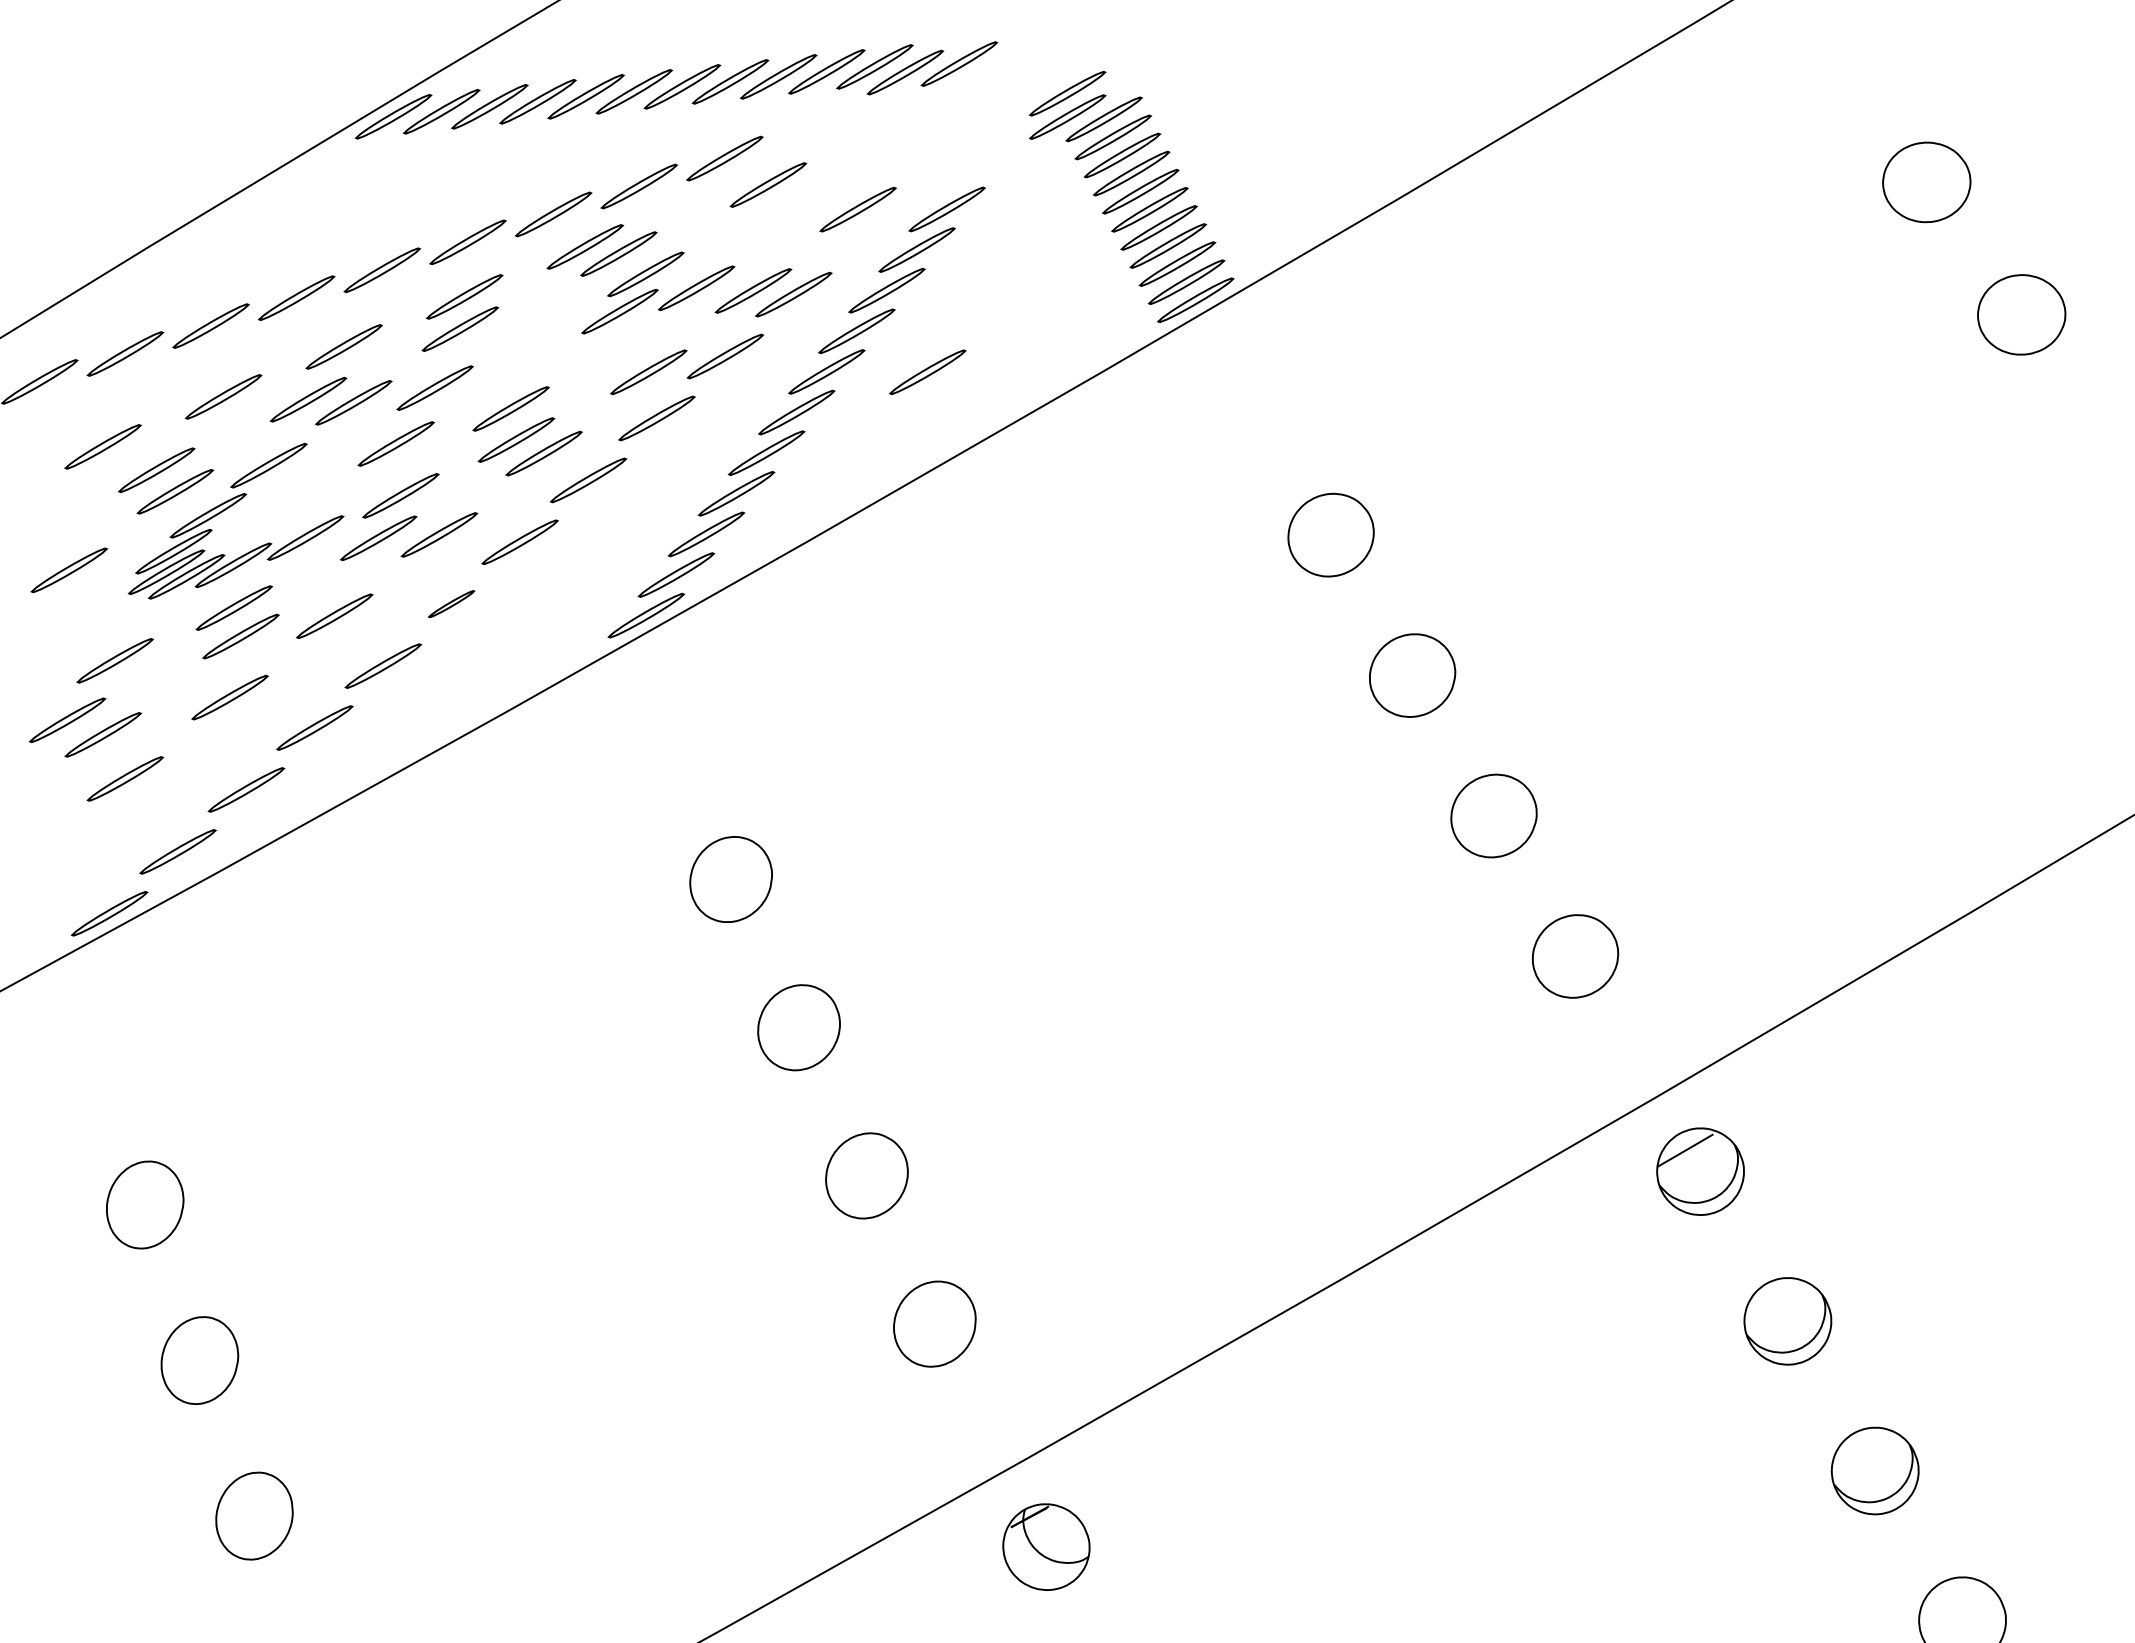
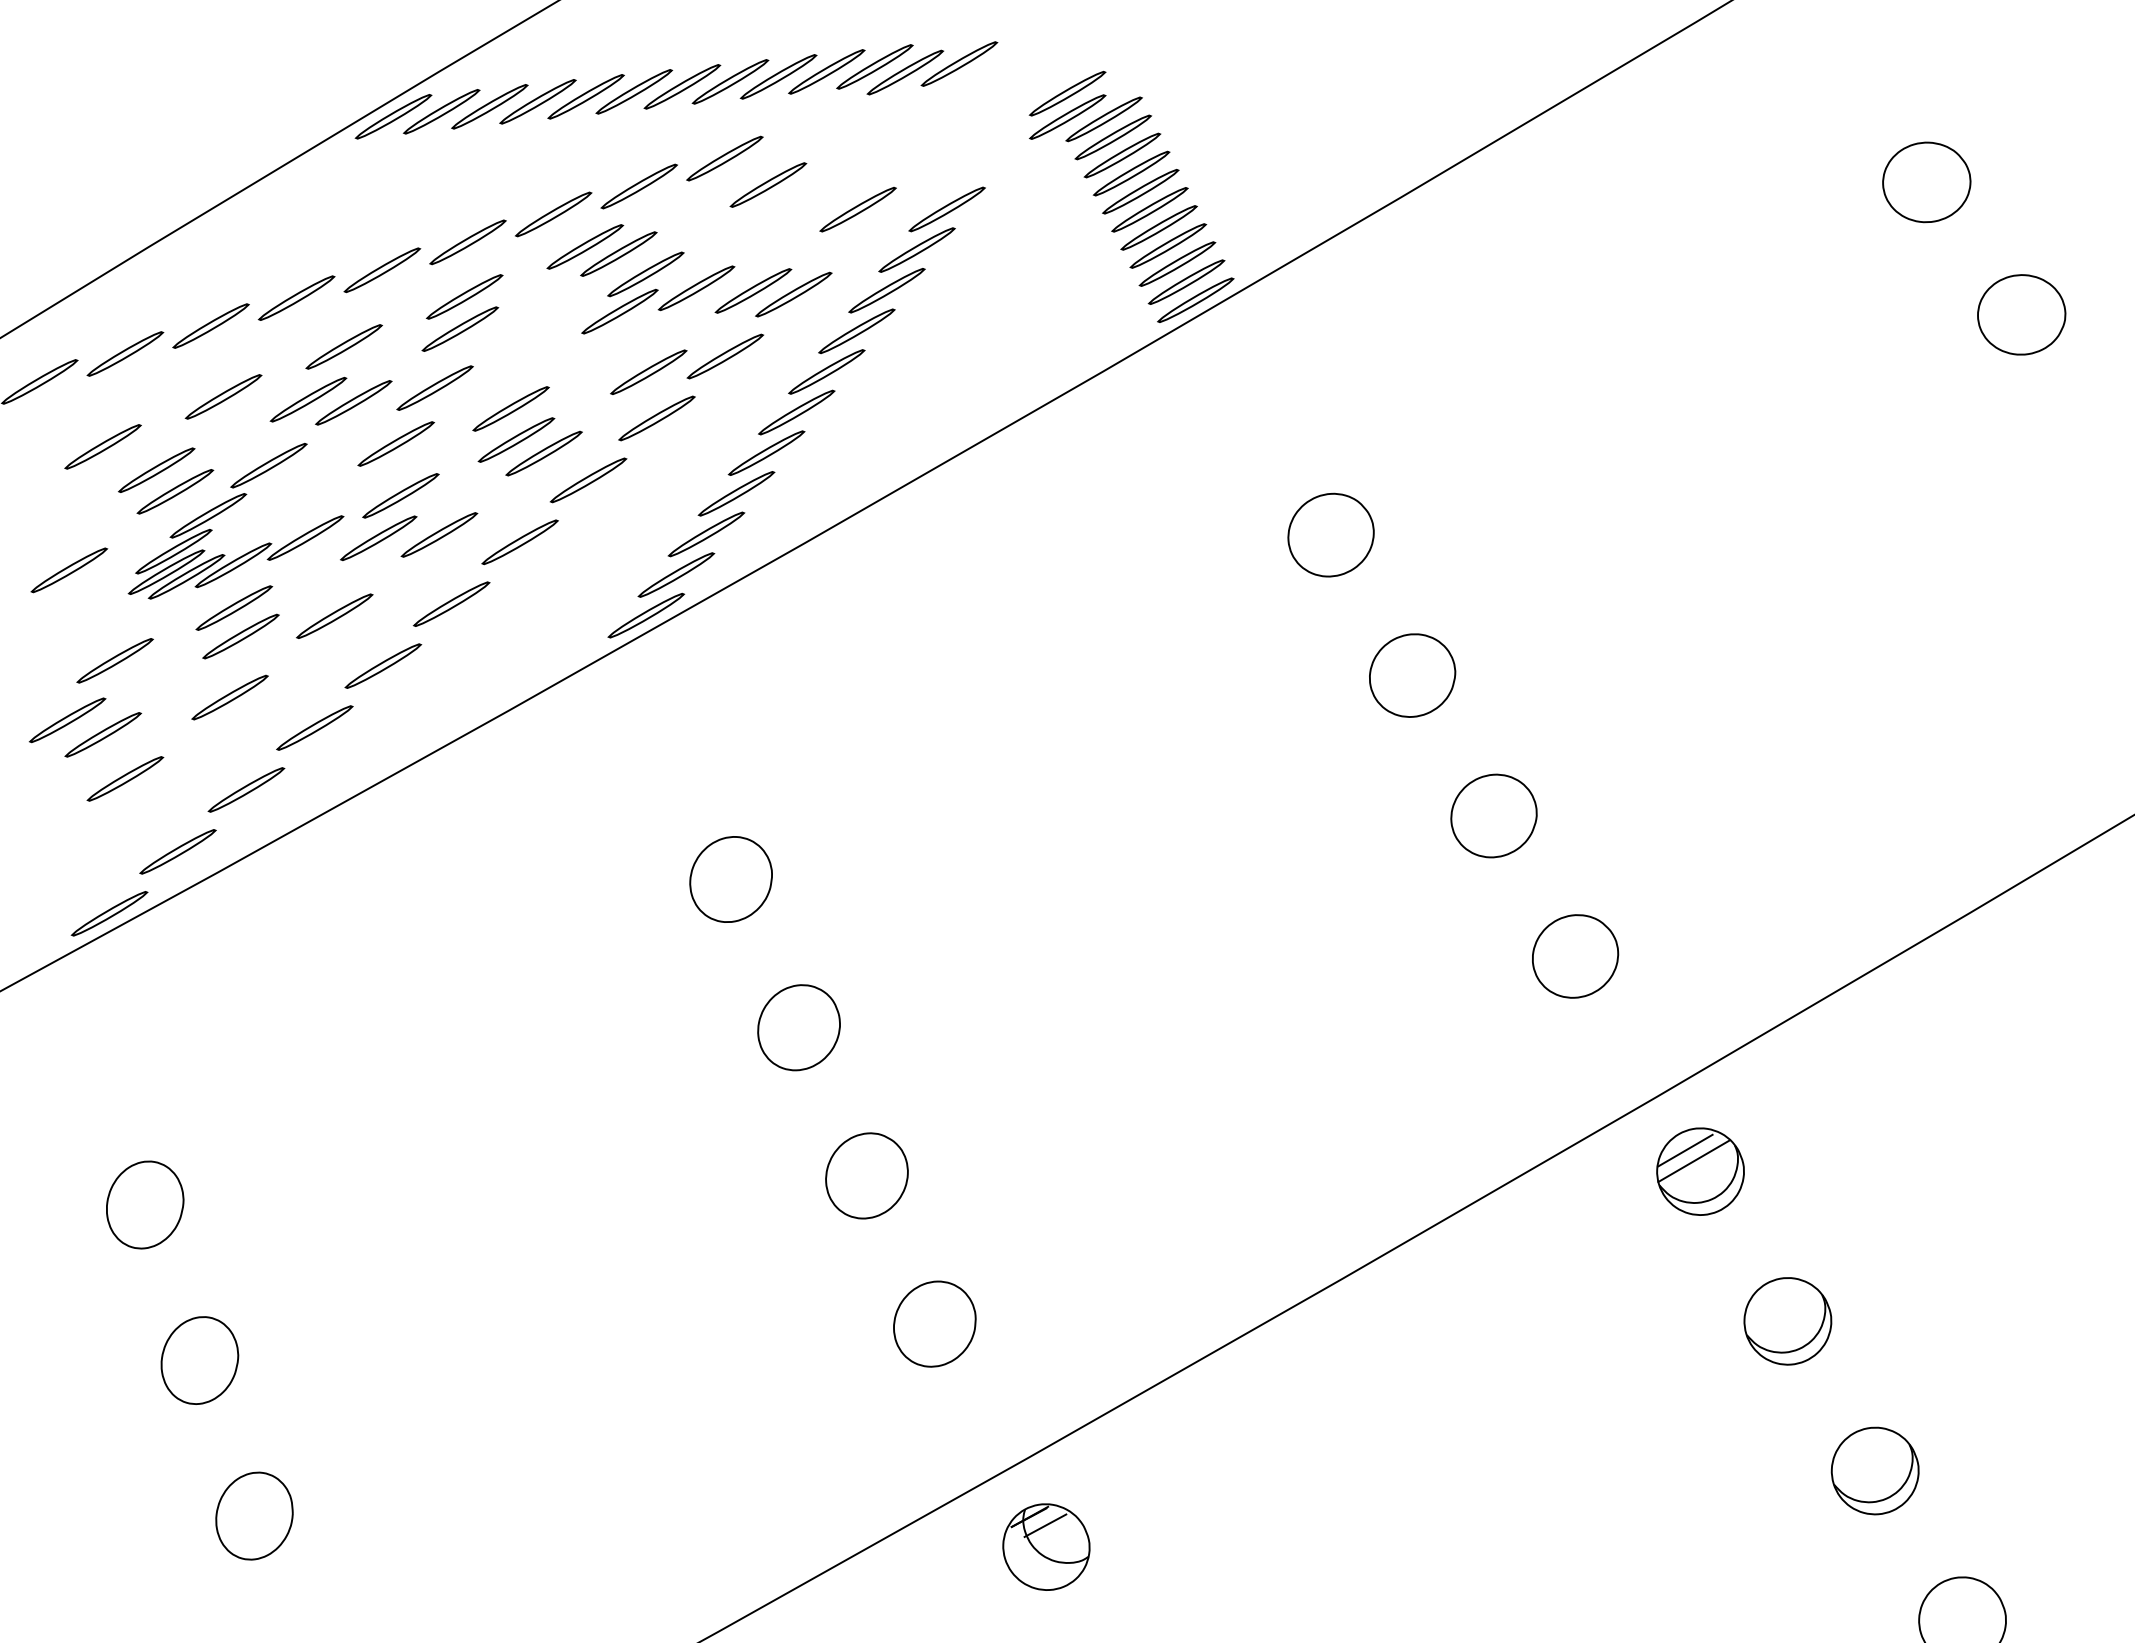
part at (927, 371): present -> none
part at (451, 604) size: 49x29 px -> 79x46 px
line at (1693, 1161): none -> present
line at (1045, 1525): none -> present
